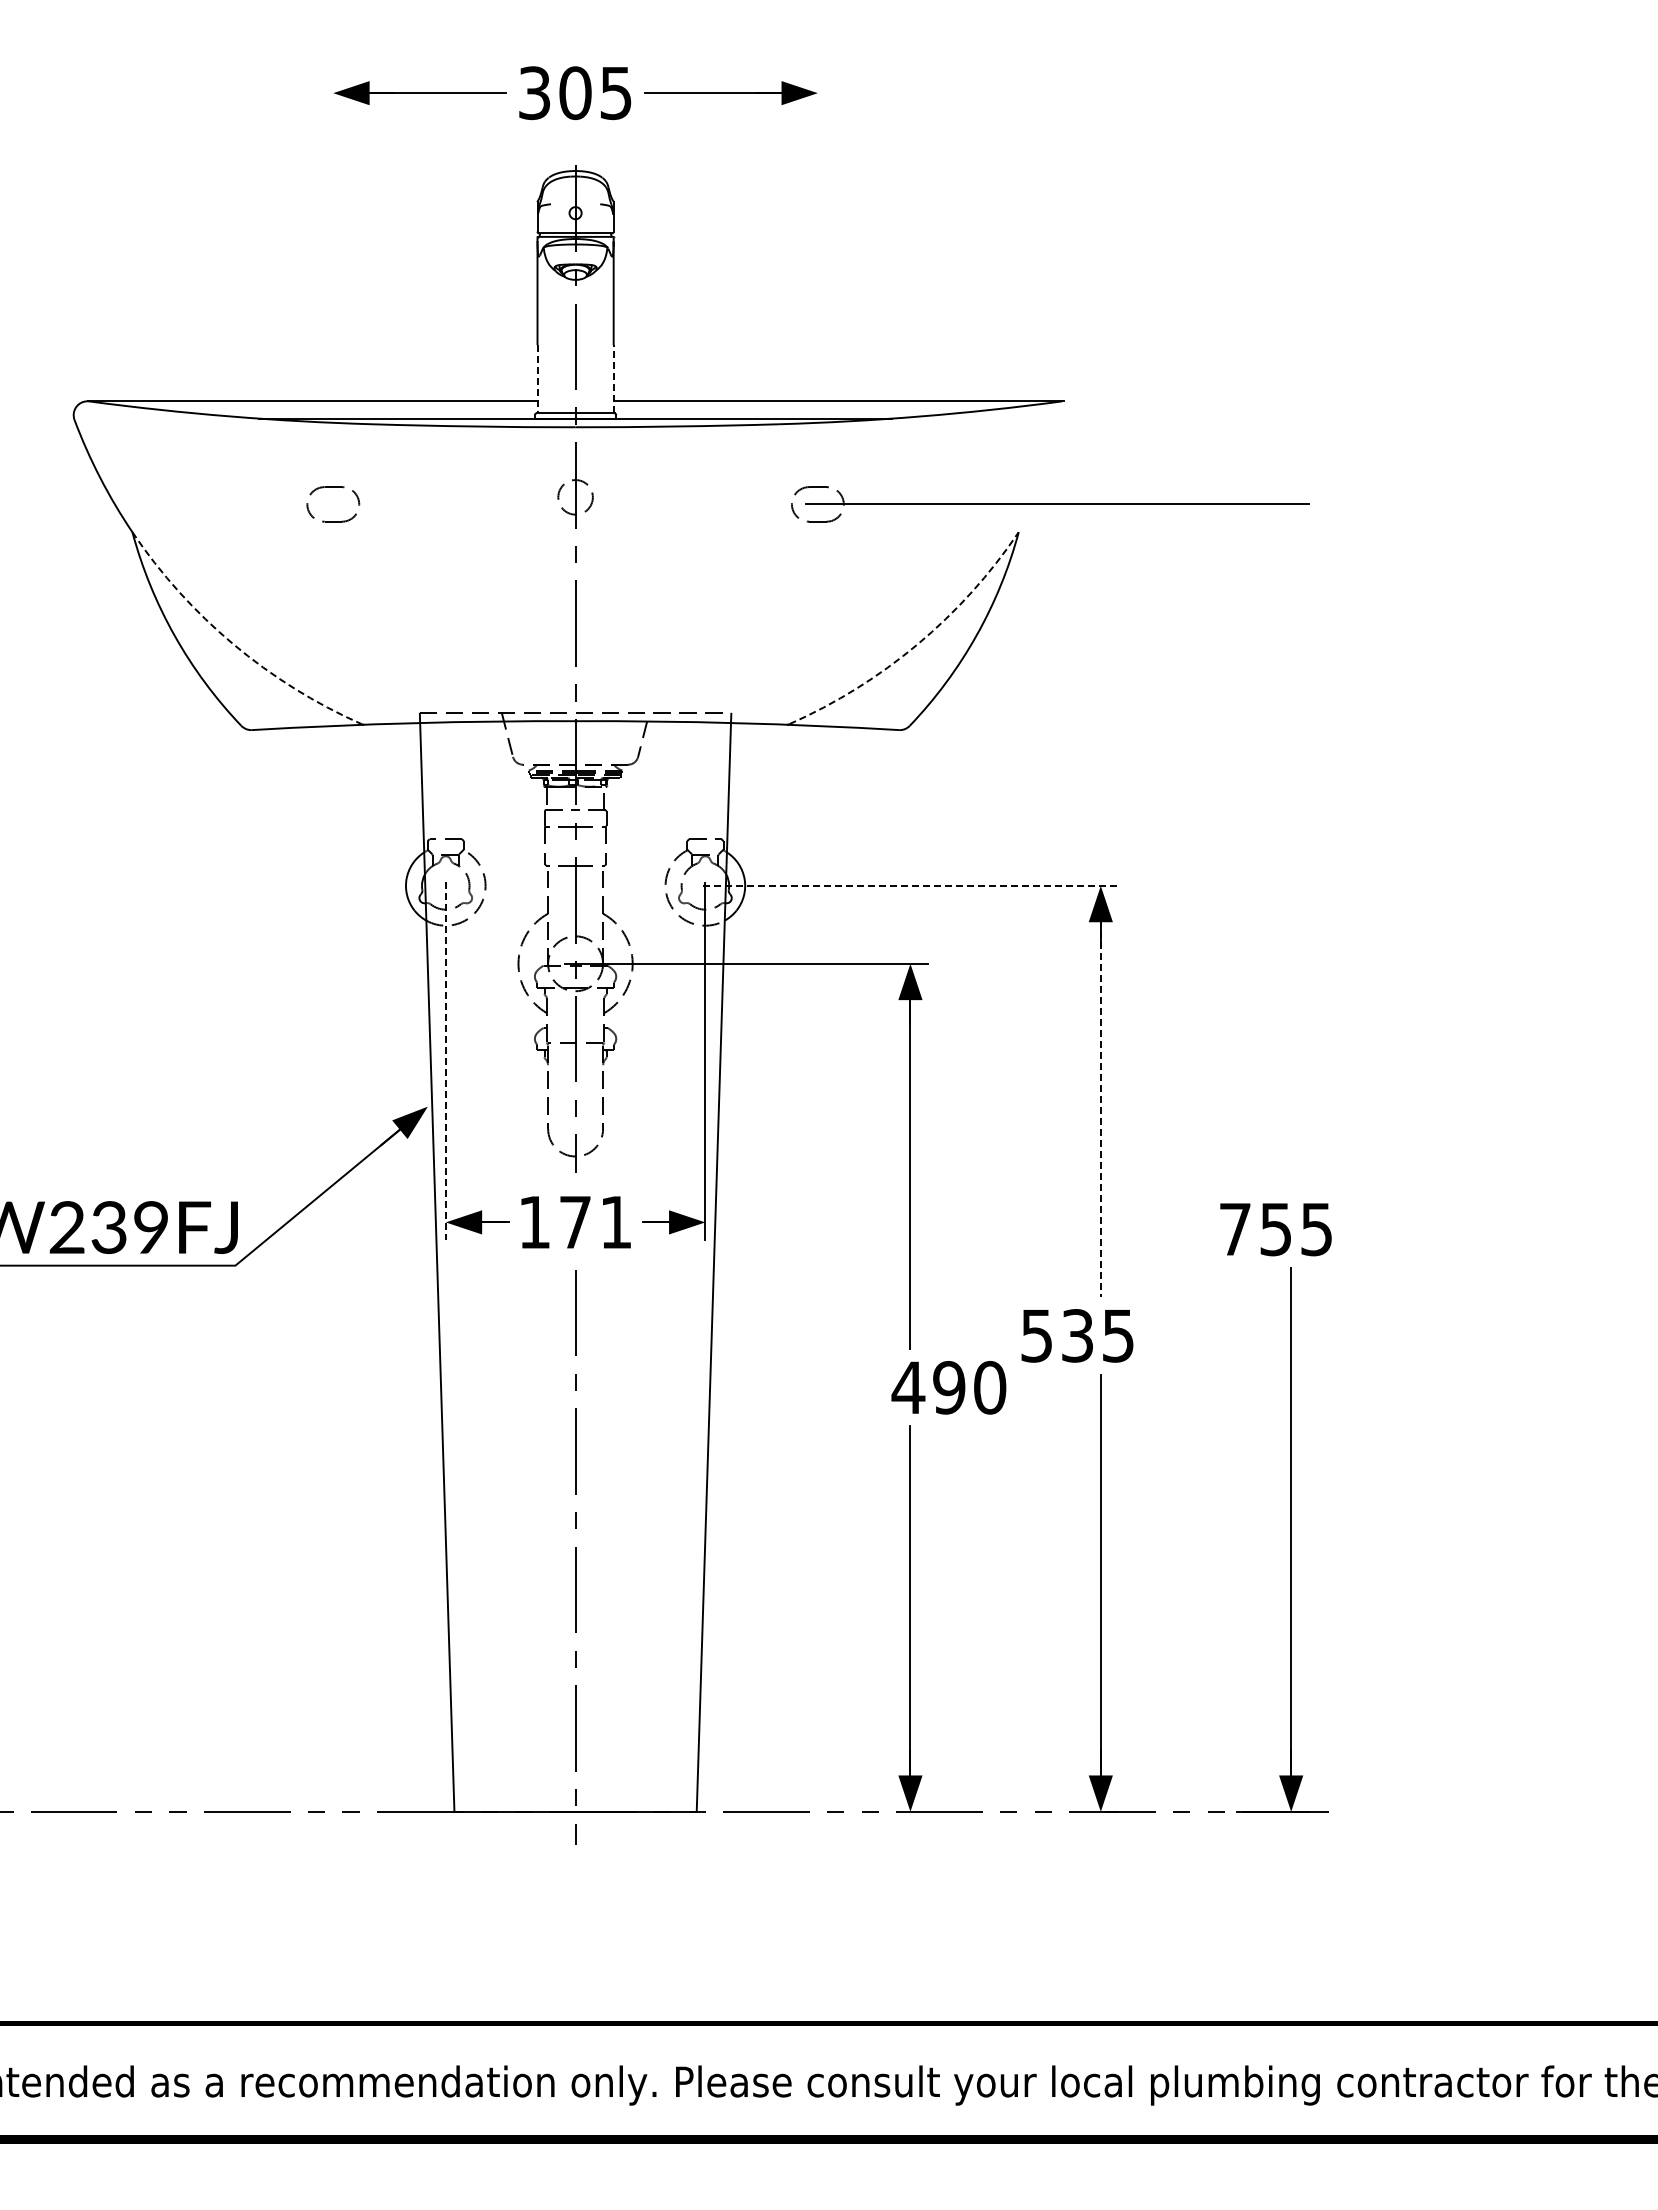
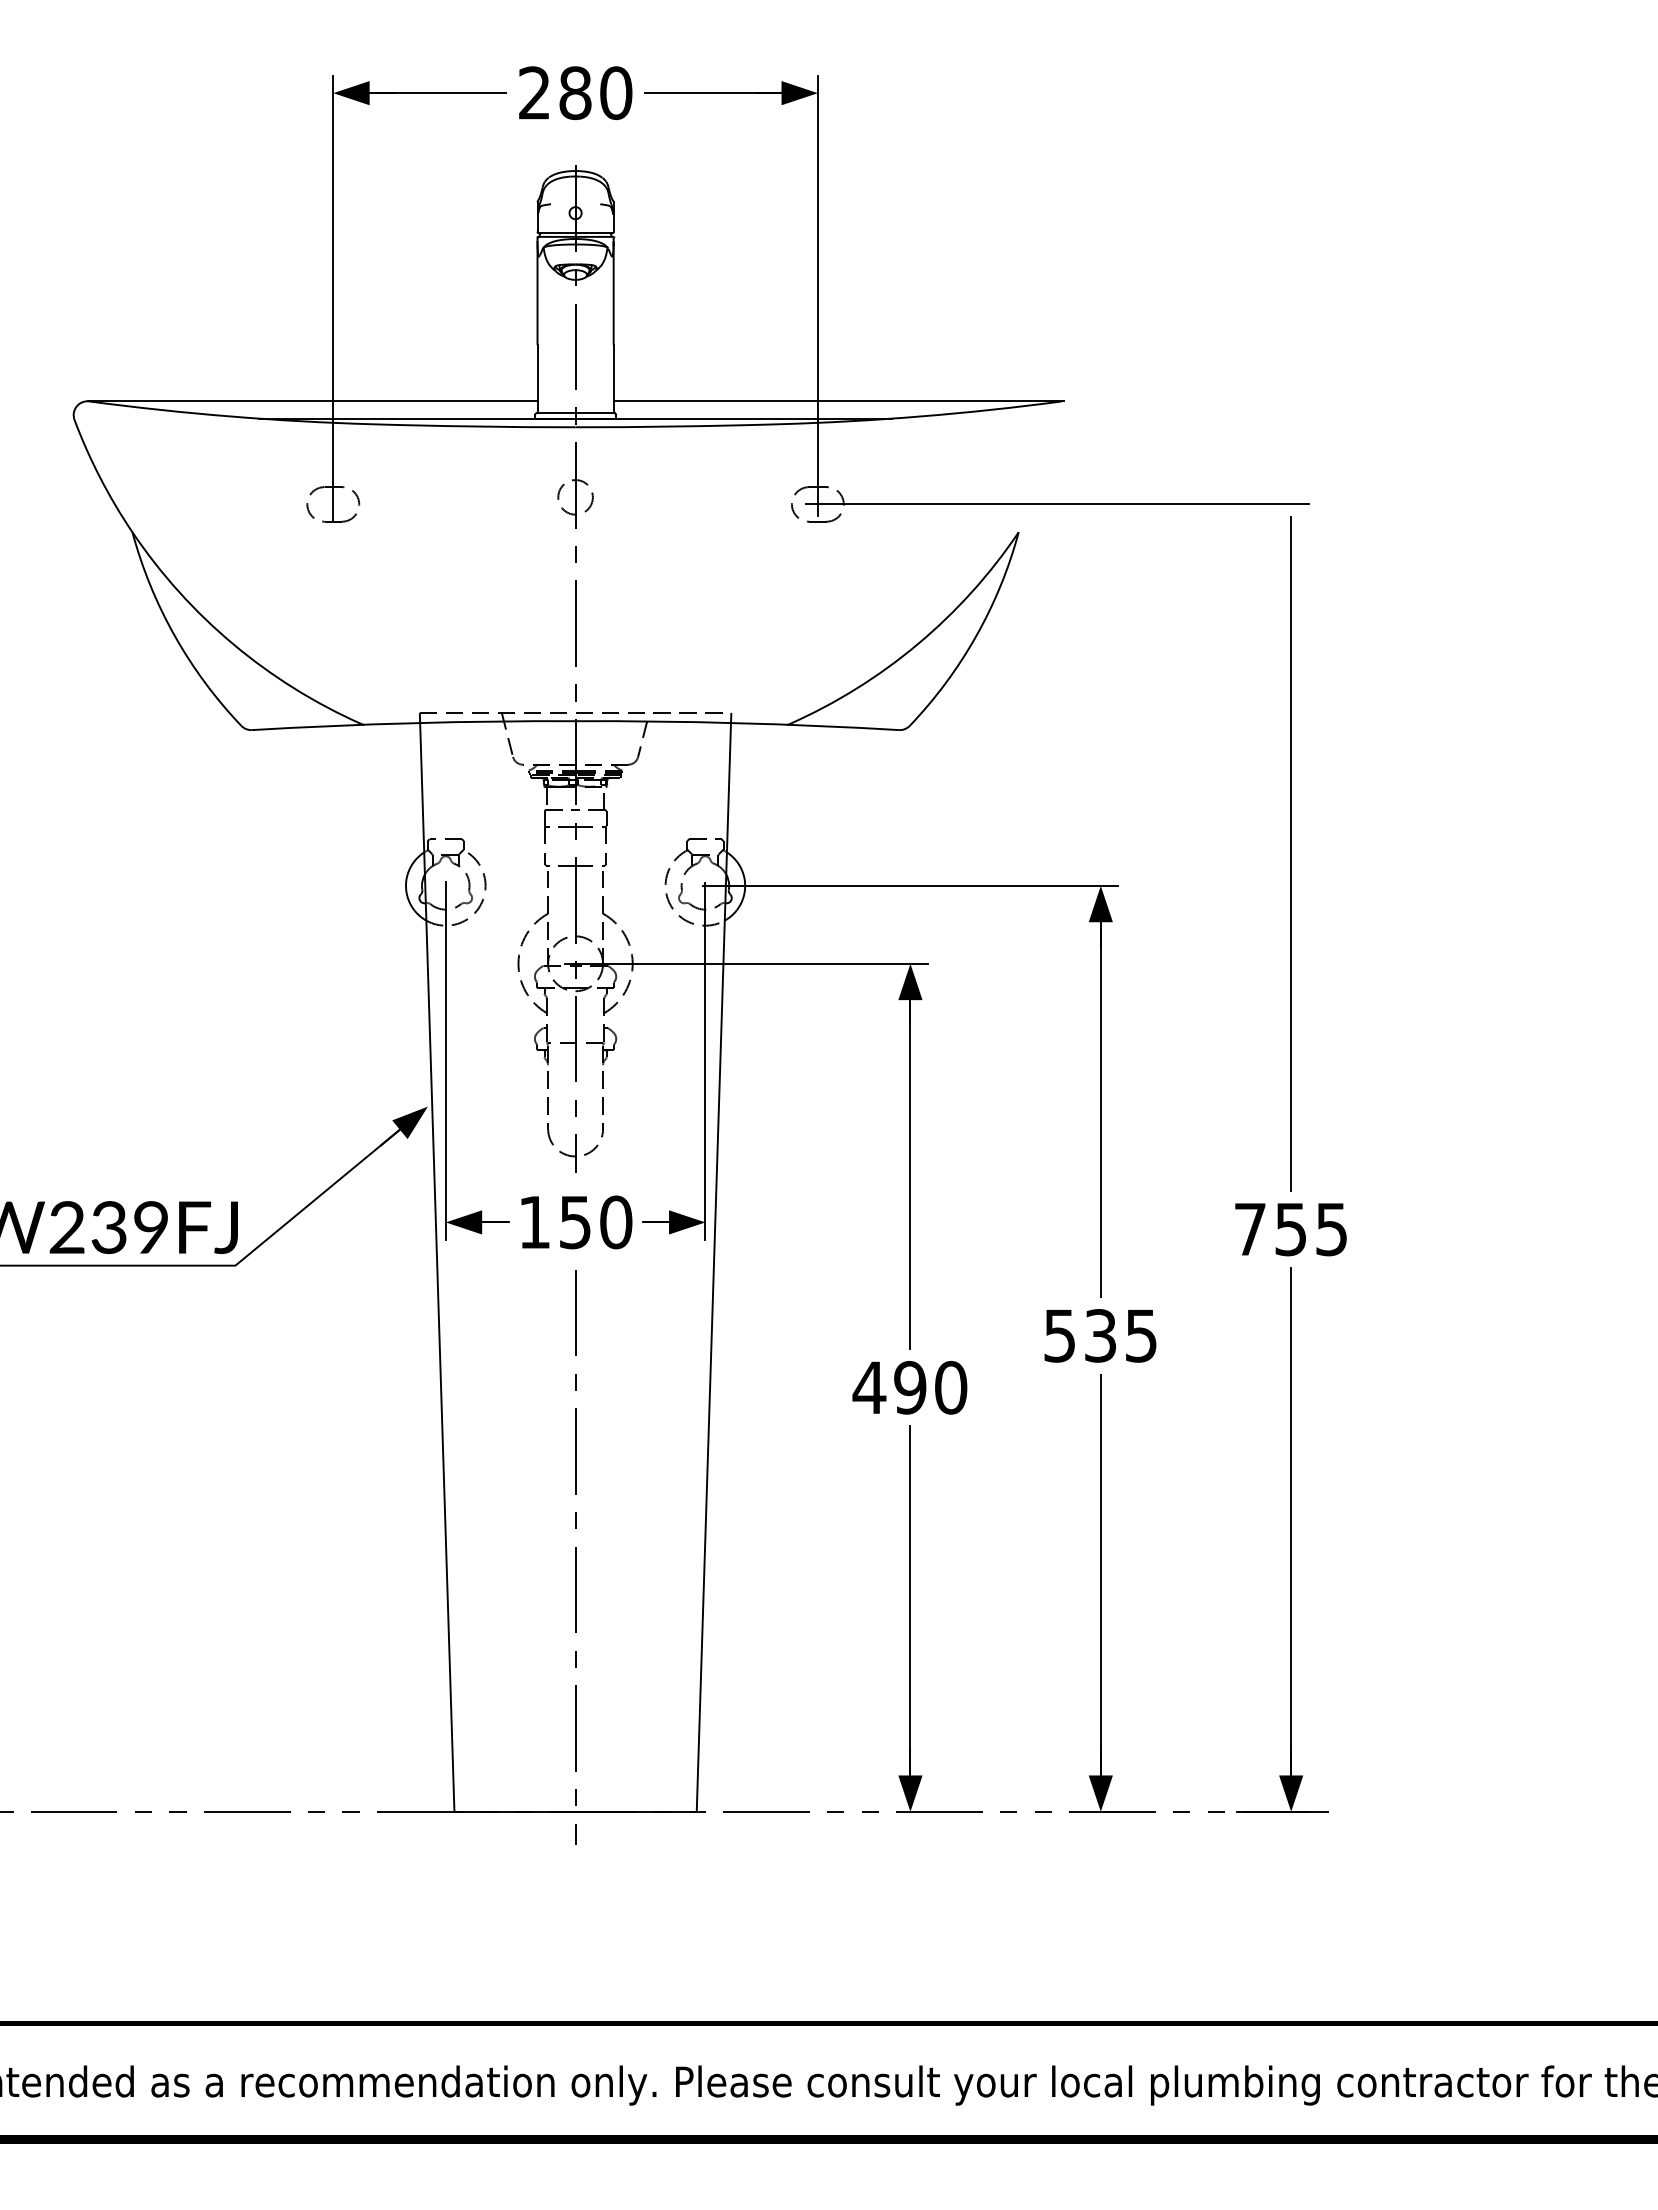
text at (575, 93): 305 -> 280
line at (817, 295): none -> present
line at (333, 298): none -> present
line at (613, 378): dashed -> solid
line at (537, 379): dashed -> solid
arc at (233, 644): dashed -> solid
arc at (917, 644): dashed -> solid
line at (1291, 853): none -> present
line at (911, 885): dashed -> solid
line at (445, 1061): dashed -> solid
line at (1100, 1097): dashed -> solid
text at (596, 1222): 171 -> 150
text at (1275, 1229) position: (1275, 1229) -> (1290, 1229)
text at (1077, 1335) position: (1077, 1335) -> (1100, 1335)
text at (948, 1387) position: (948, 1387) -> (909, 1387)
